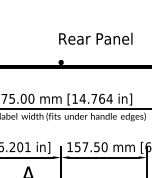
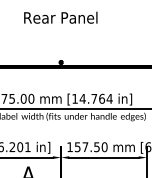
text at (95, 38) position: (95, 38) -> (60, 17)
